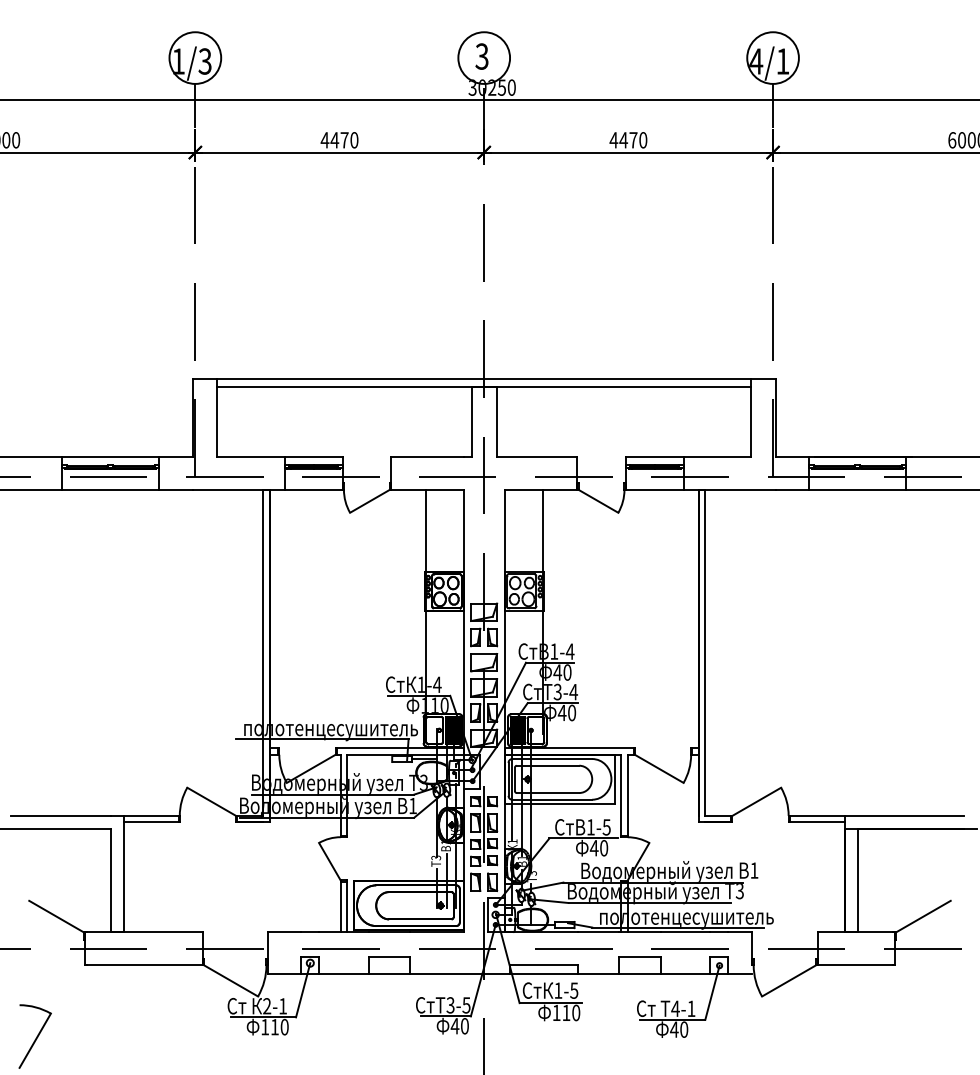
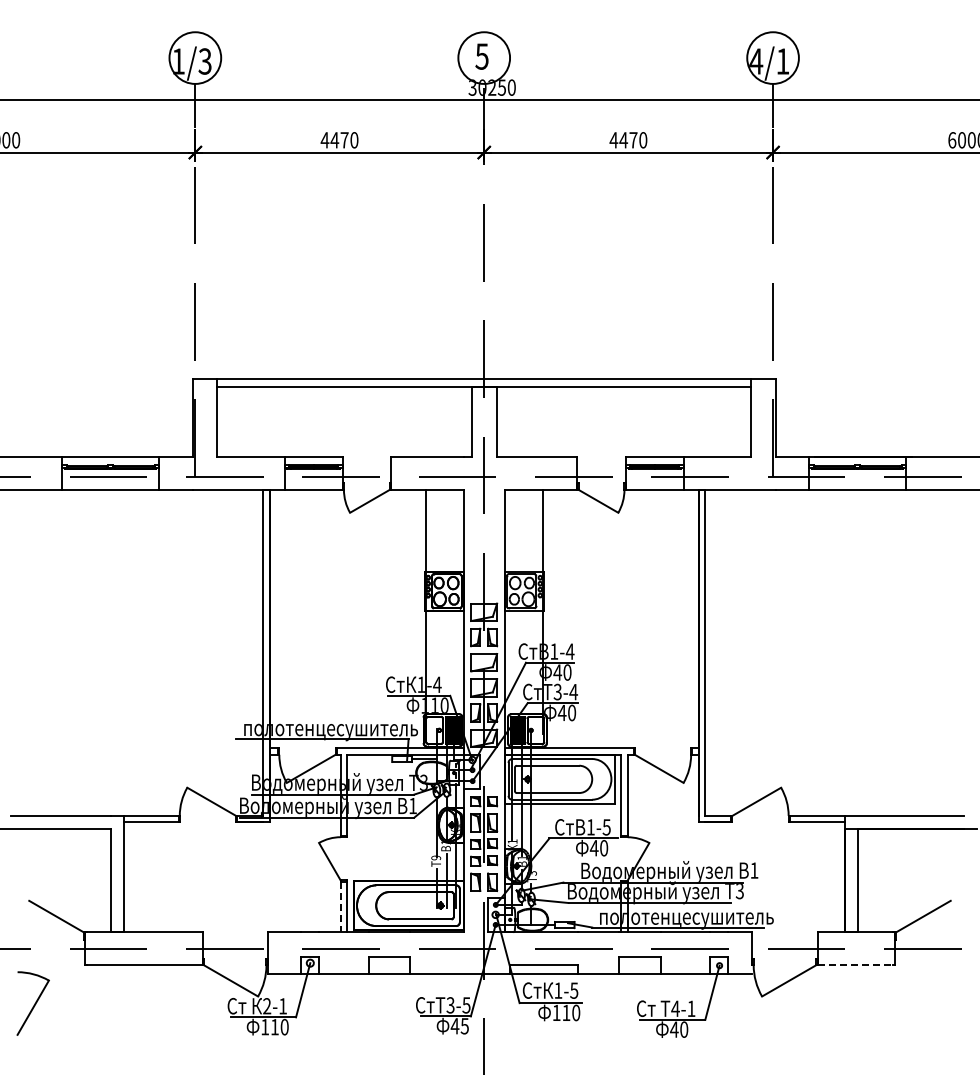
text at (482, 56): 3 -> 5
text at (436, 857): 3 -> 9
line at (340, 907): solid -> dashed
line at (856, 965): solid -> dashed
text at (464, 1026): 40 -> 45
part at (34, 1036) position: (34, 1036) -> (32, 1003)
